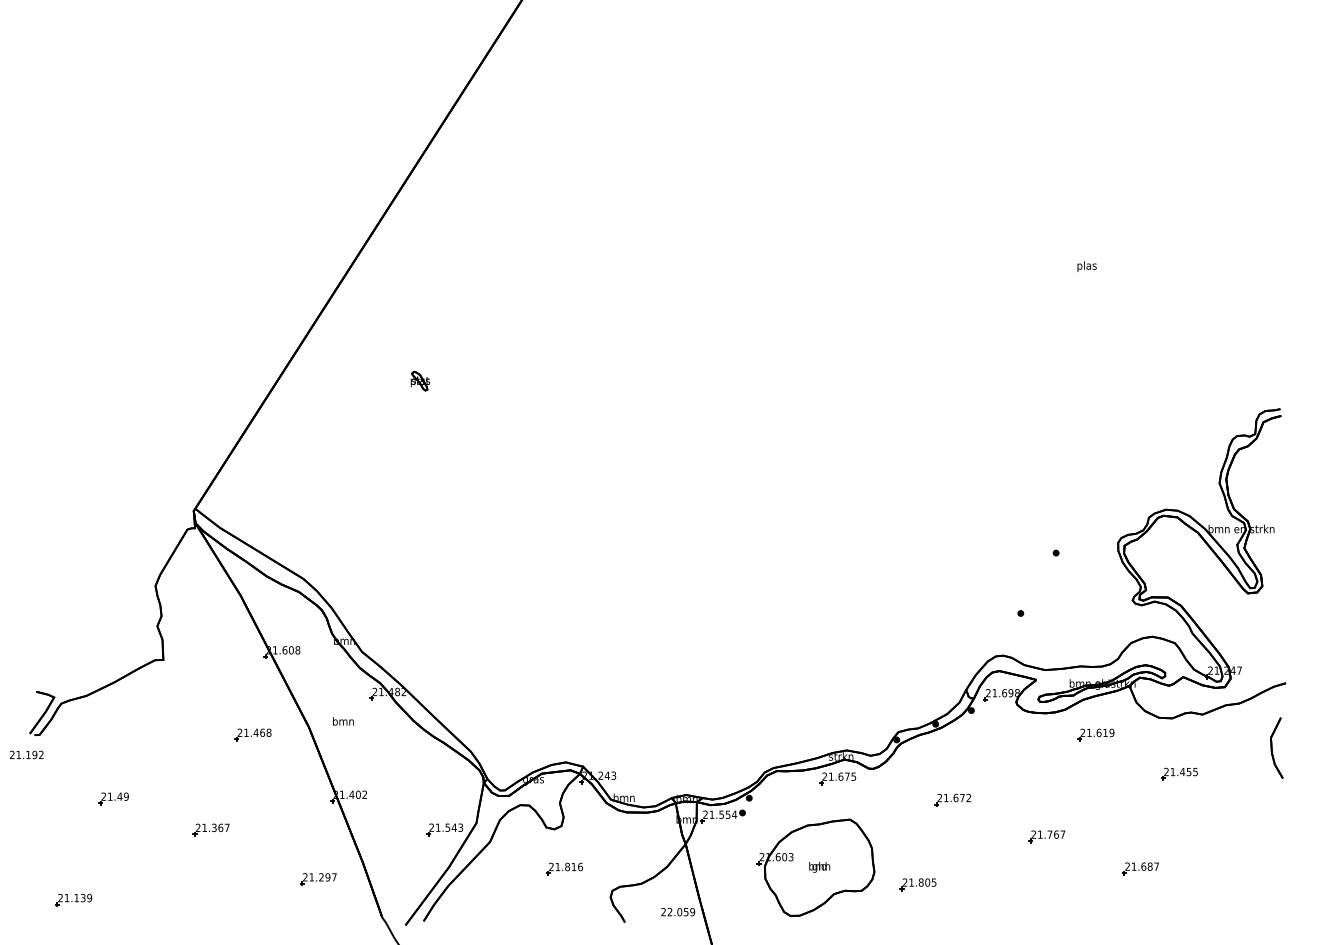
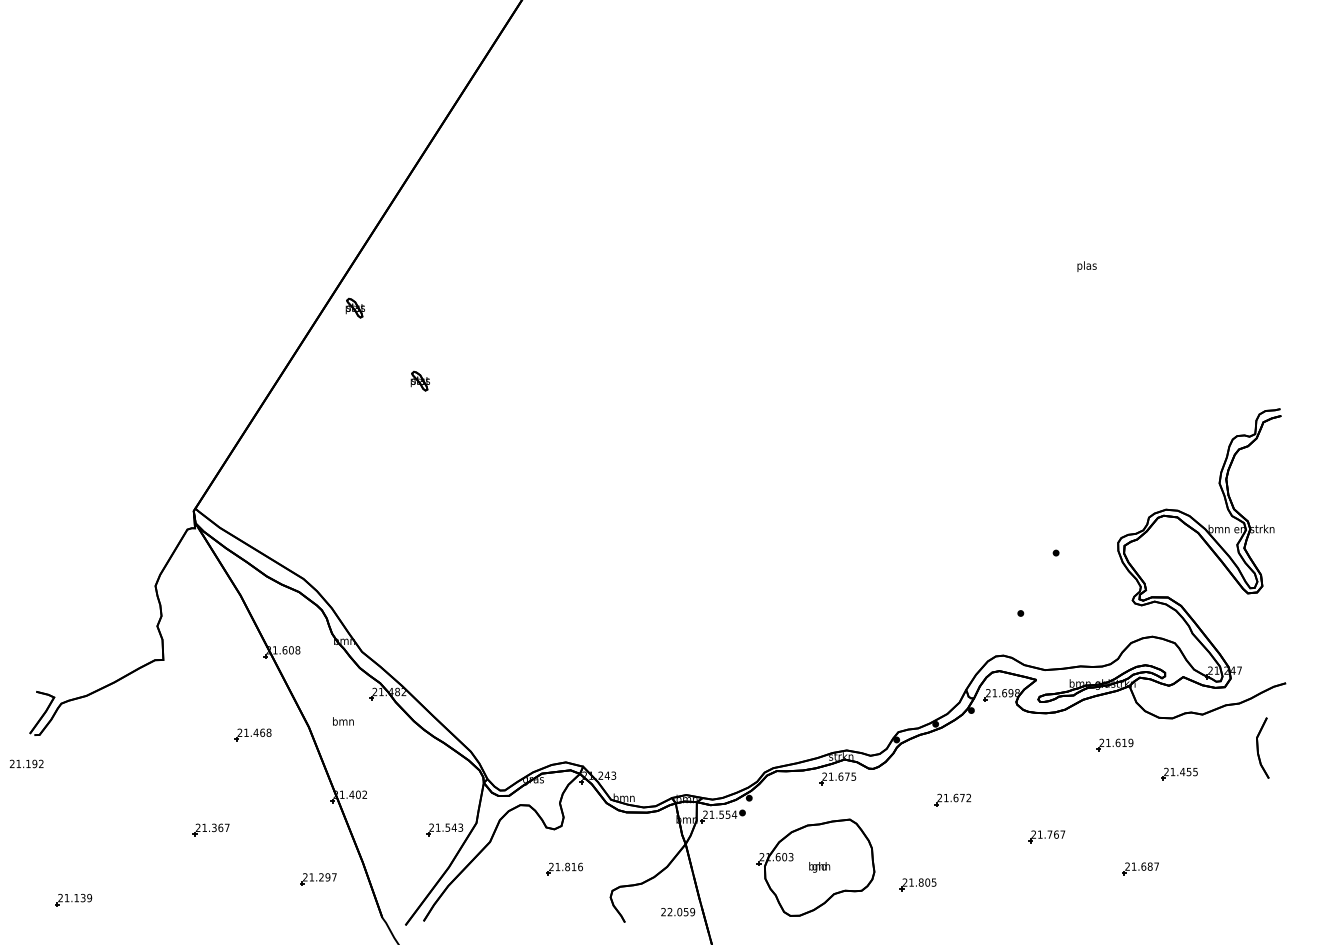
part at (354, 307): none -> present
part at (1095, 734) position: (1095, 734) -> (1114, 744)
part at (1276, 747) position: (1276, 747) -> (1262, 747)
text at (26, 754) position: (26, 754) -> (26, 763)
part at (113, 798): present -> none
